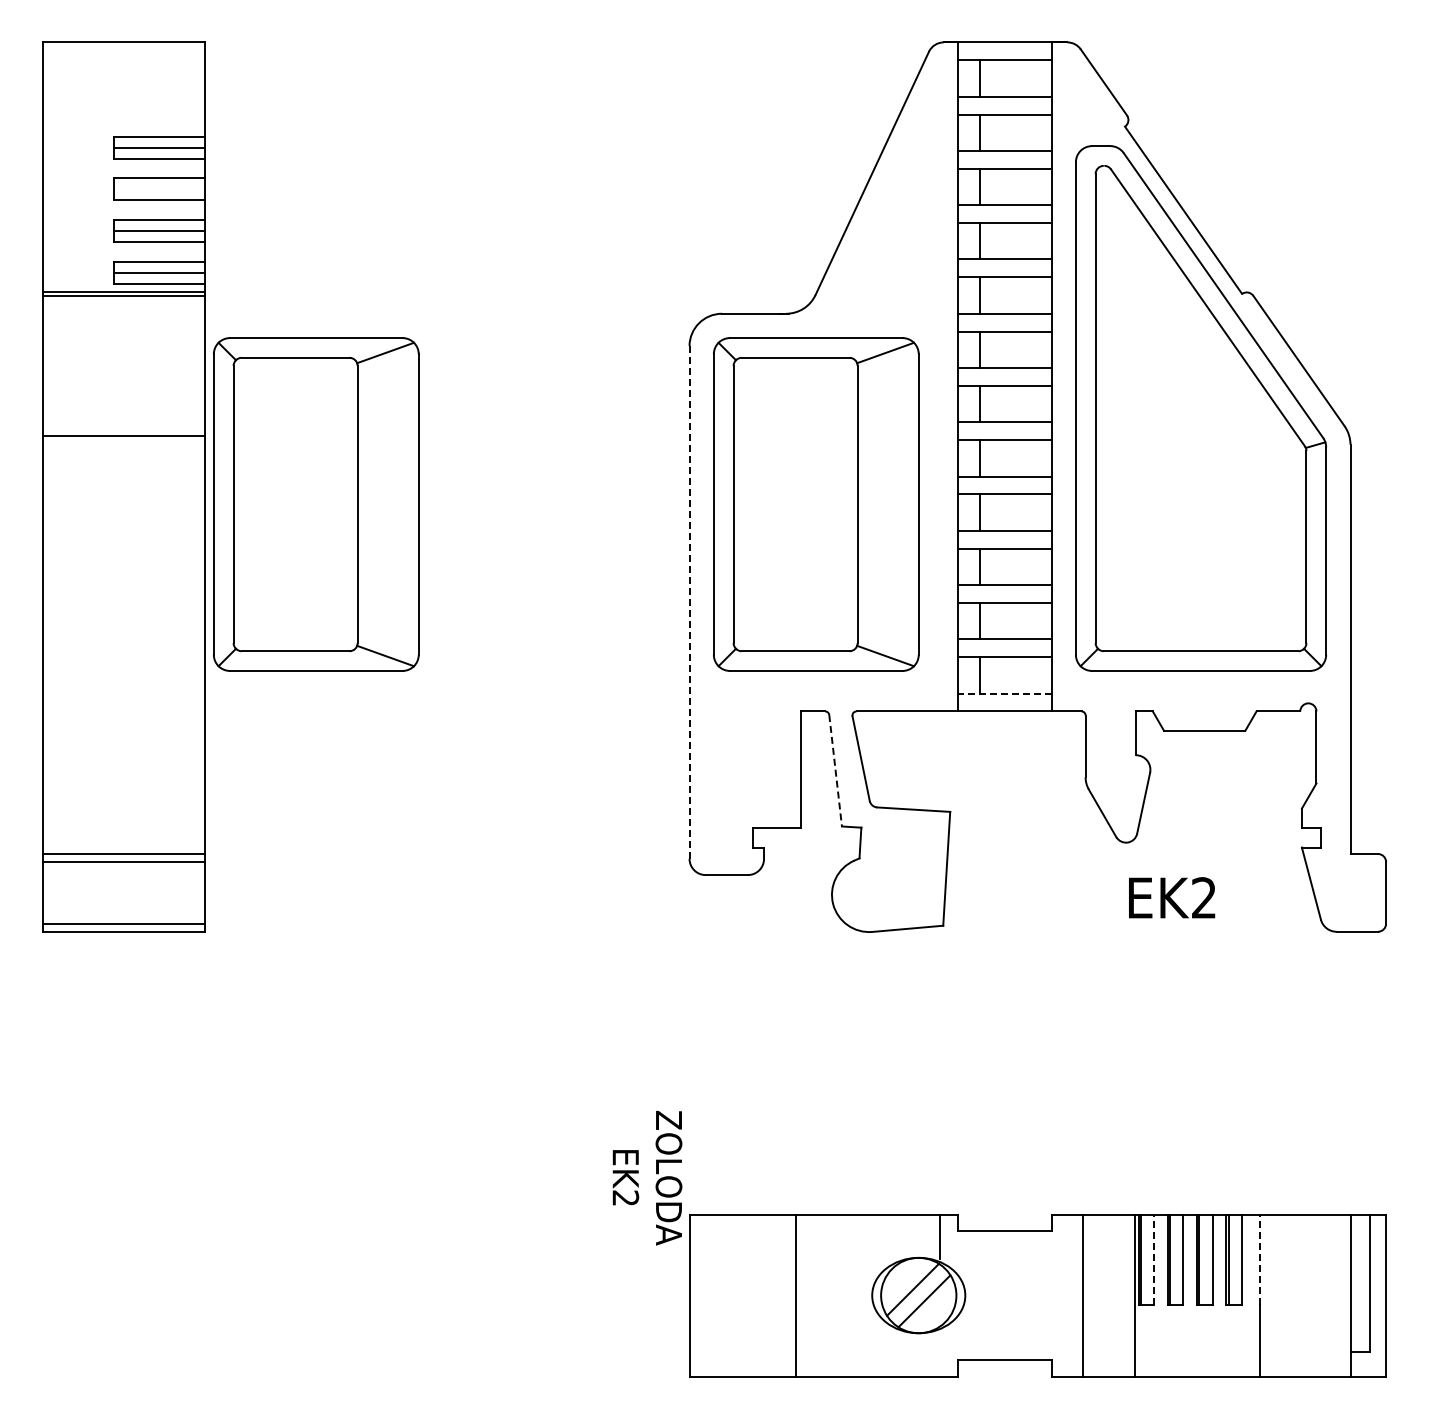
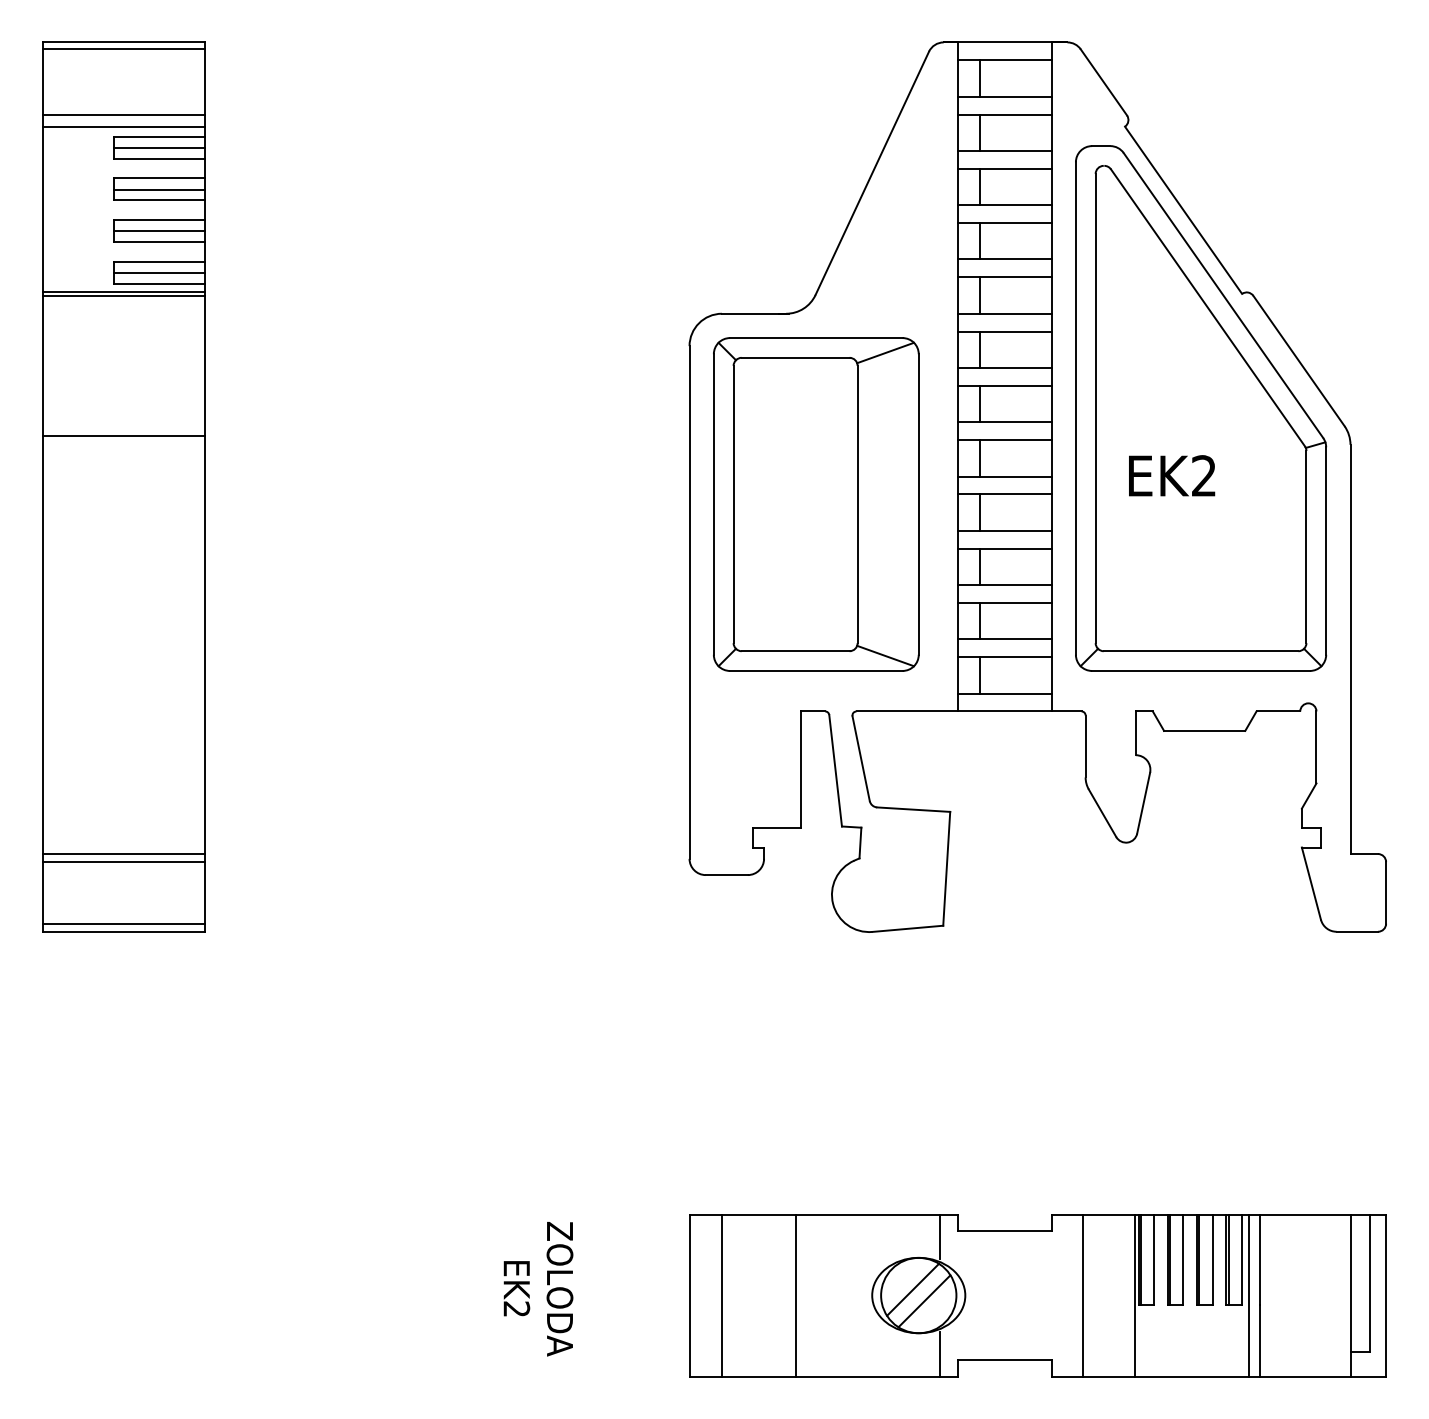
line at (123, 49): none -> present
line at (123, 115): none -> present
line at (123, 126): none -> present
line at (159, 189): none -> present
part at (316, 504): present -> none
line at (689, 603): dashed -> solid
line at (1004, 693): dashed -> solid
line at (835, 771): dashed -> solid
text at (1172, 897) position: (1172, 897) -> (1172, 475)
text at (647, 1178) position: (647, 1178) -> (538, 1289)
line at (1153, 1259): dashed -> solid
line at (1260, 1259): dashed -> solid
line at (721, 1295): none -> present
line at (1248, 1295): none -> present
line at (939, 1353): none -> present
